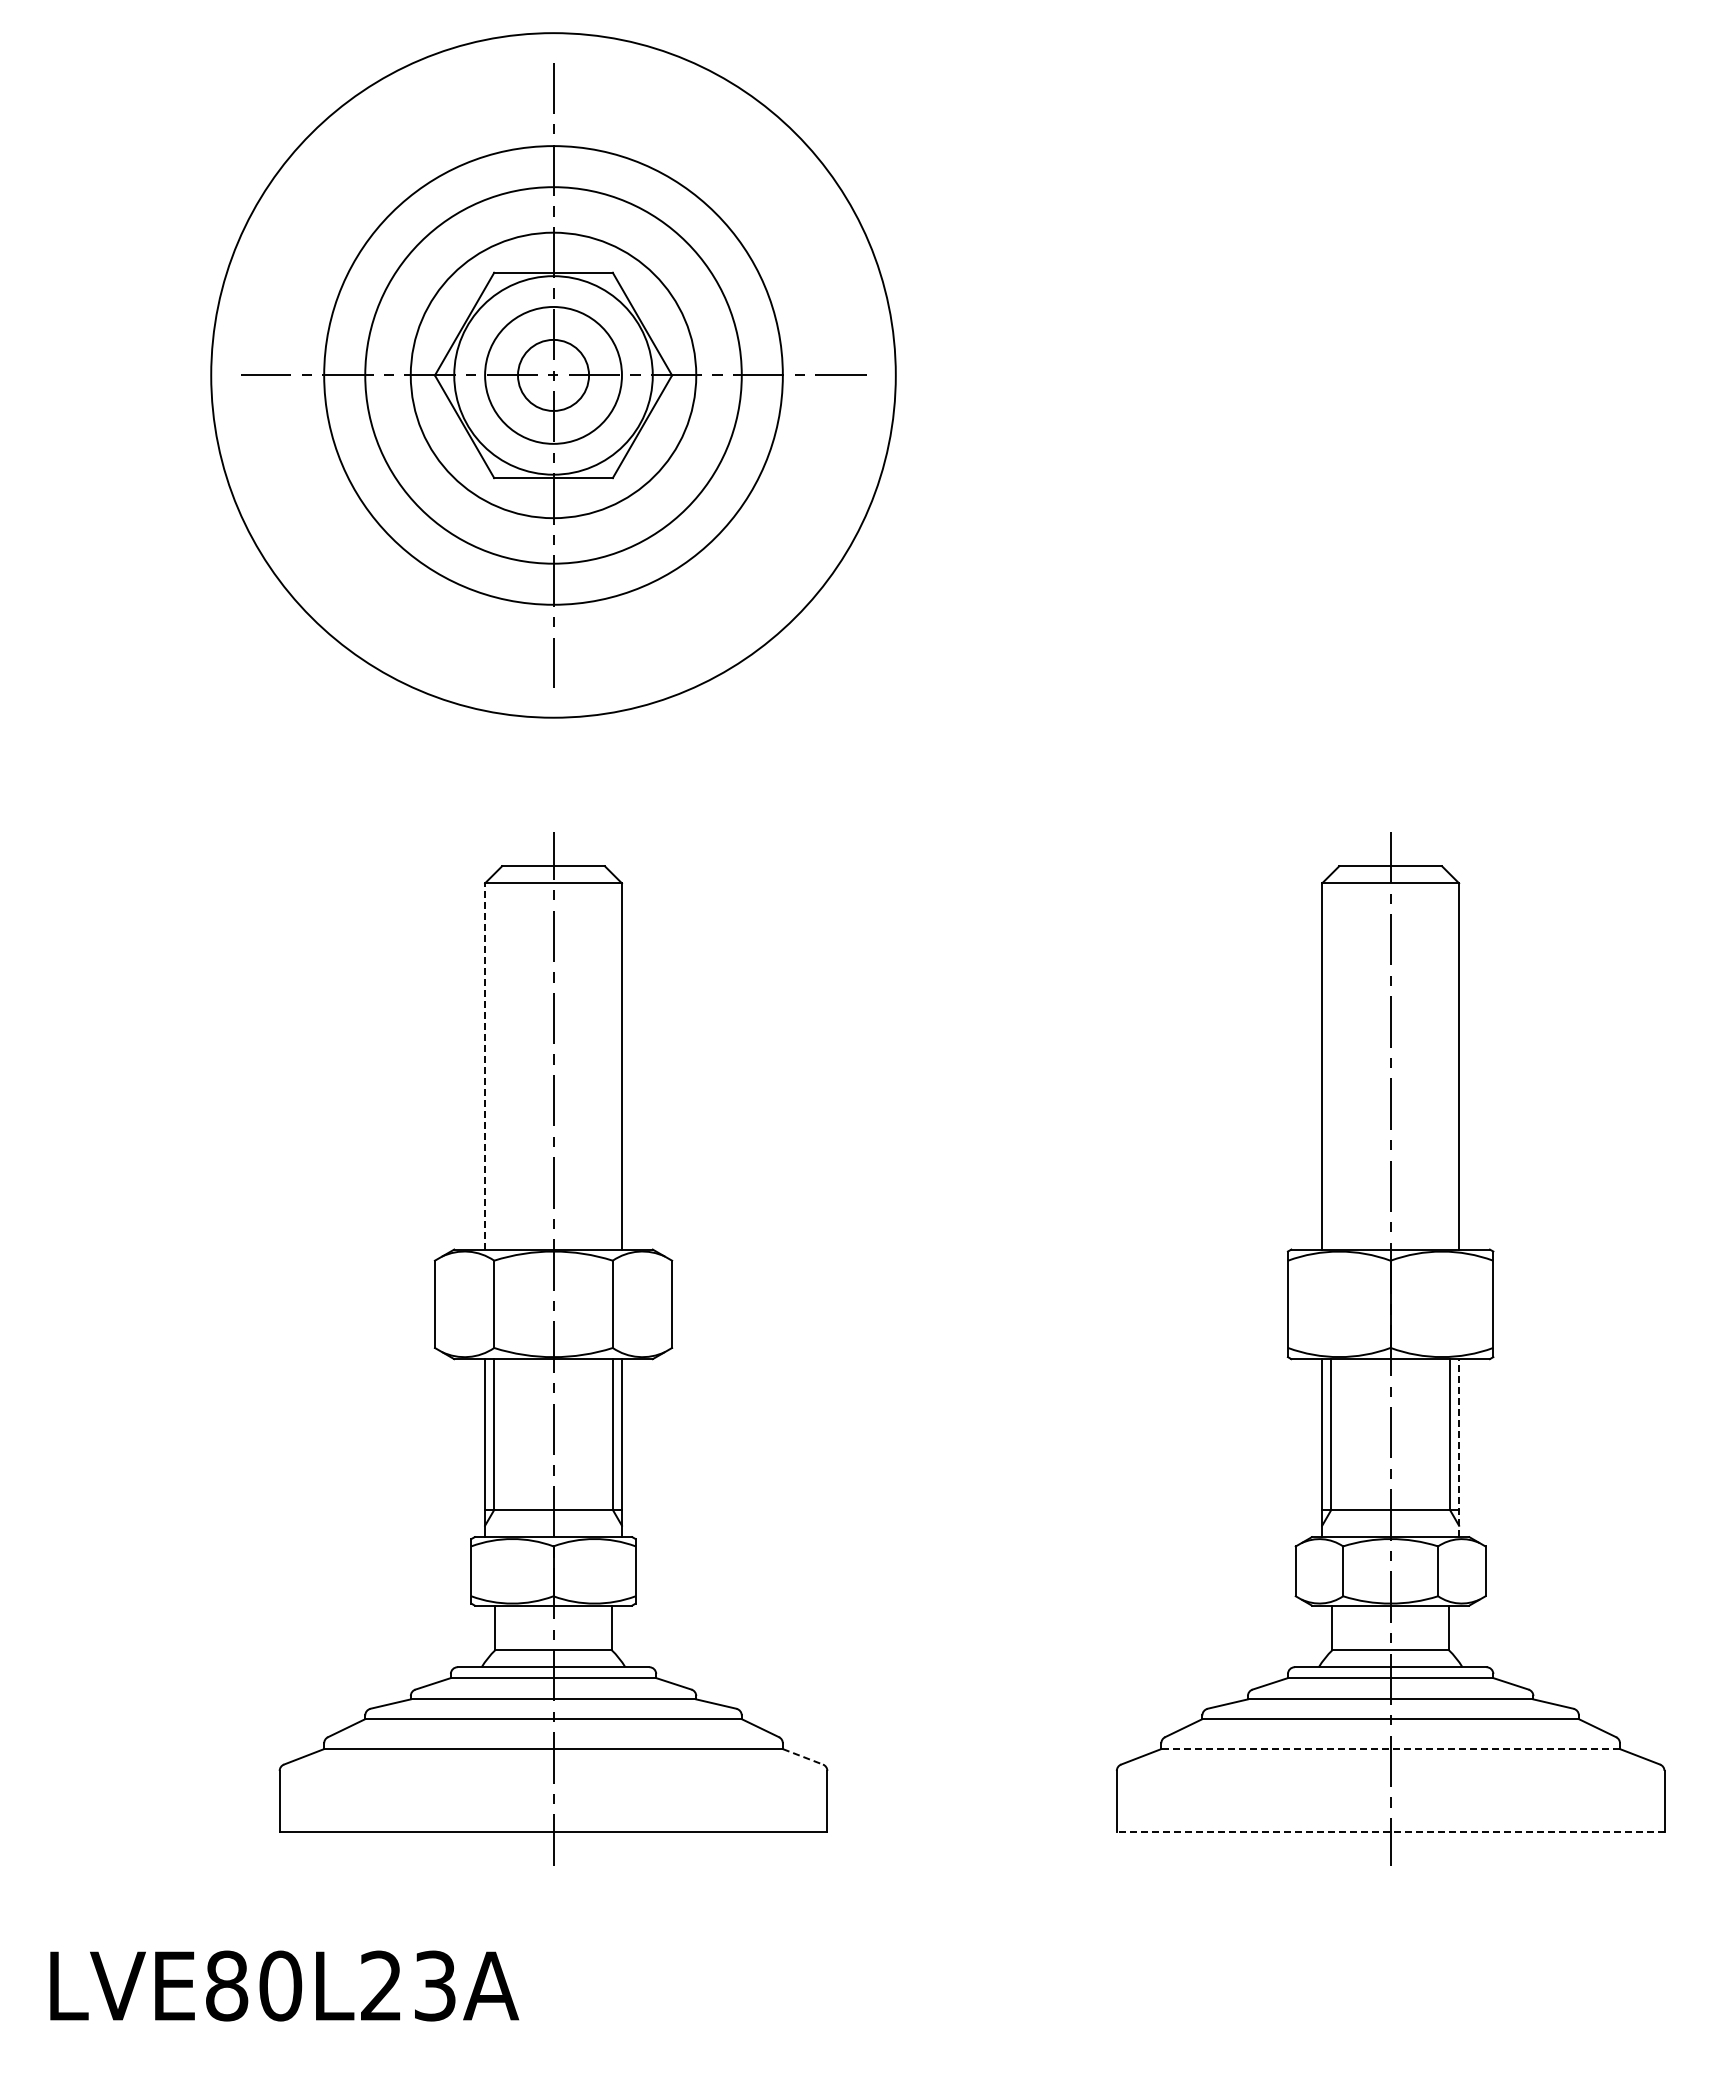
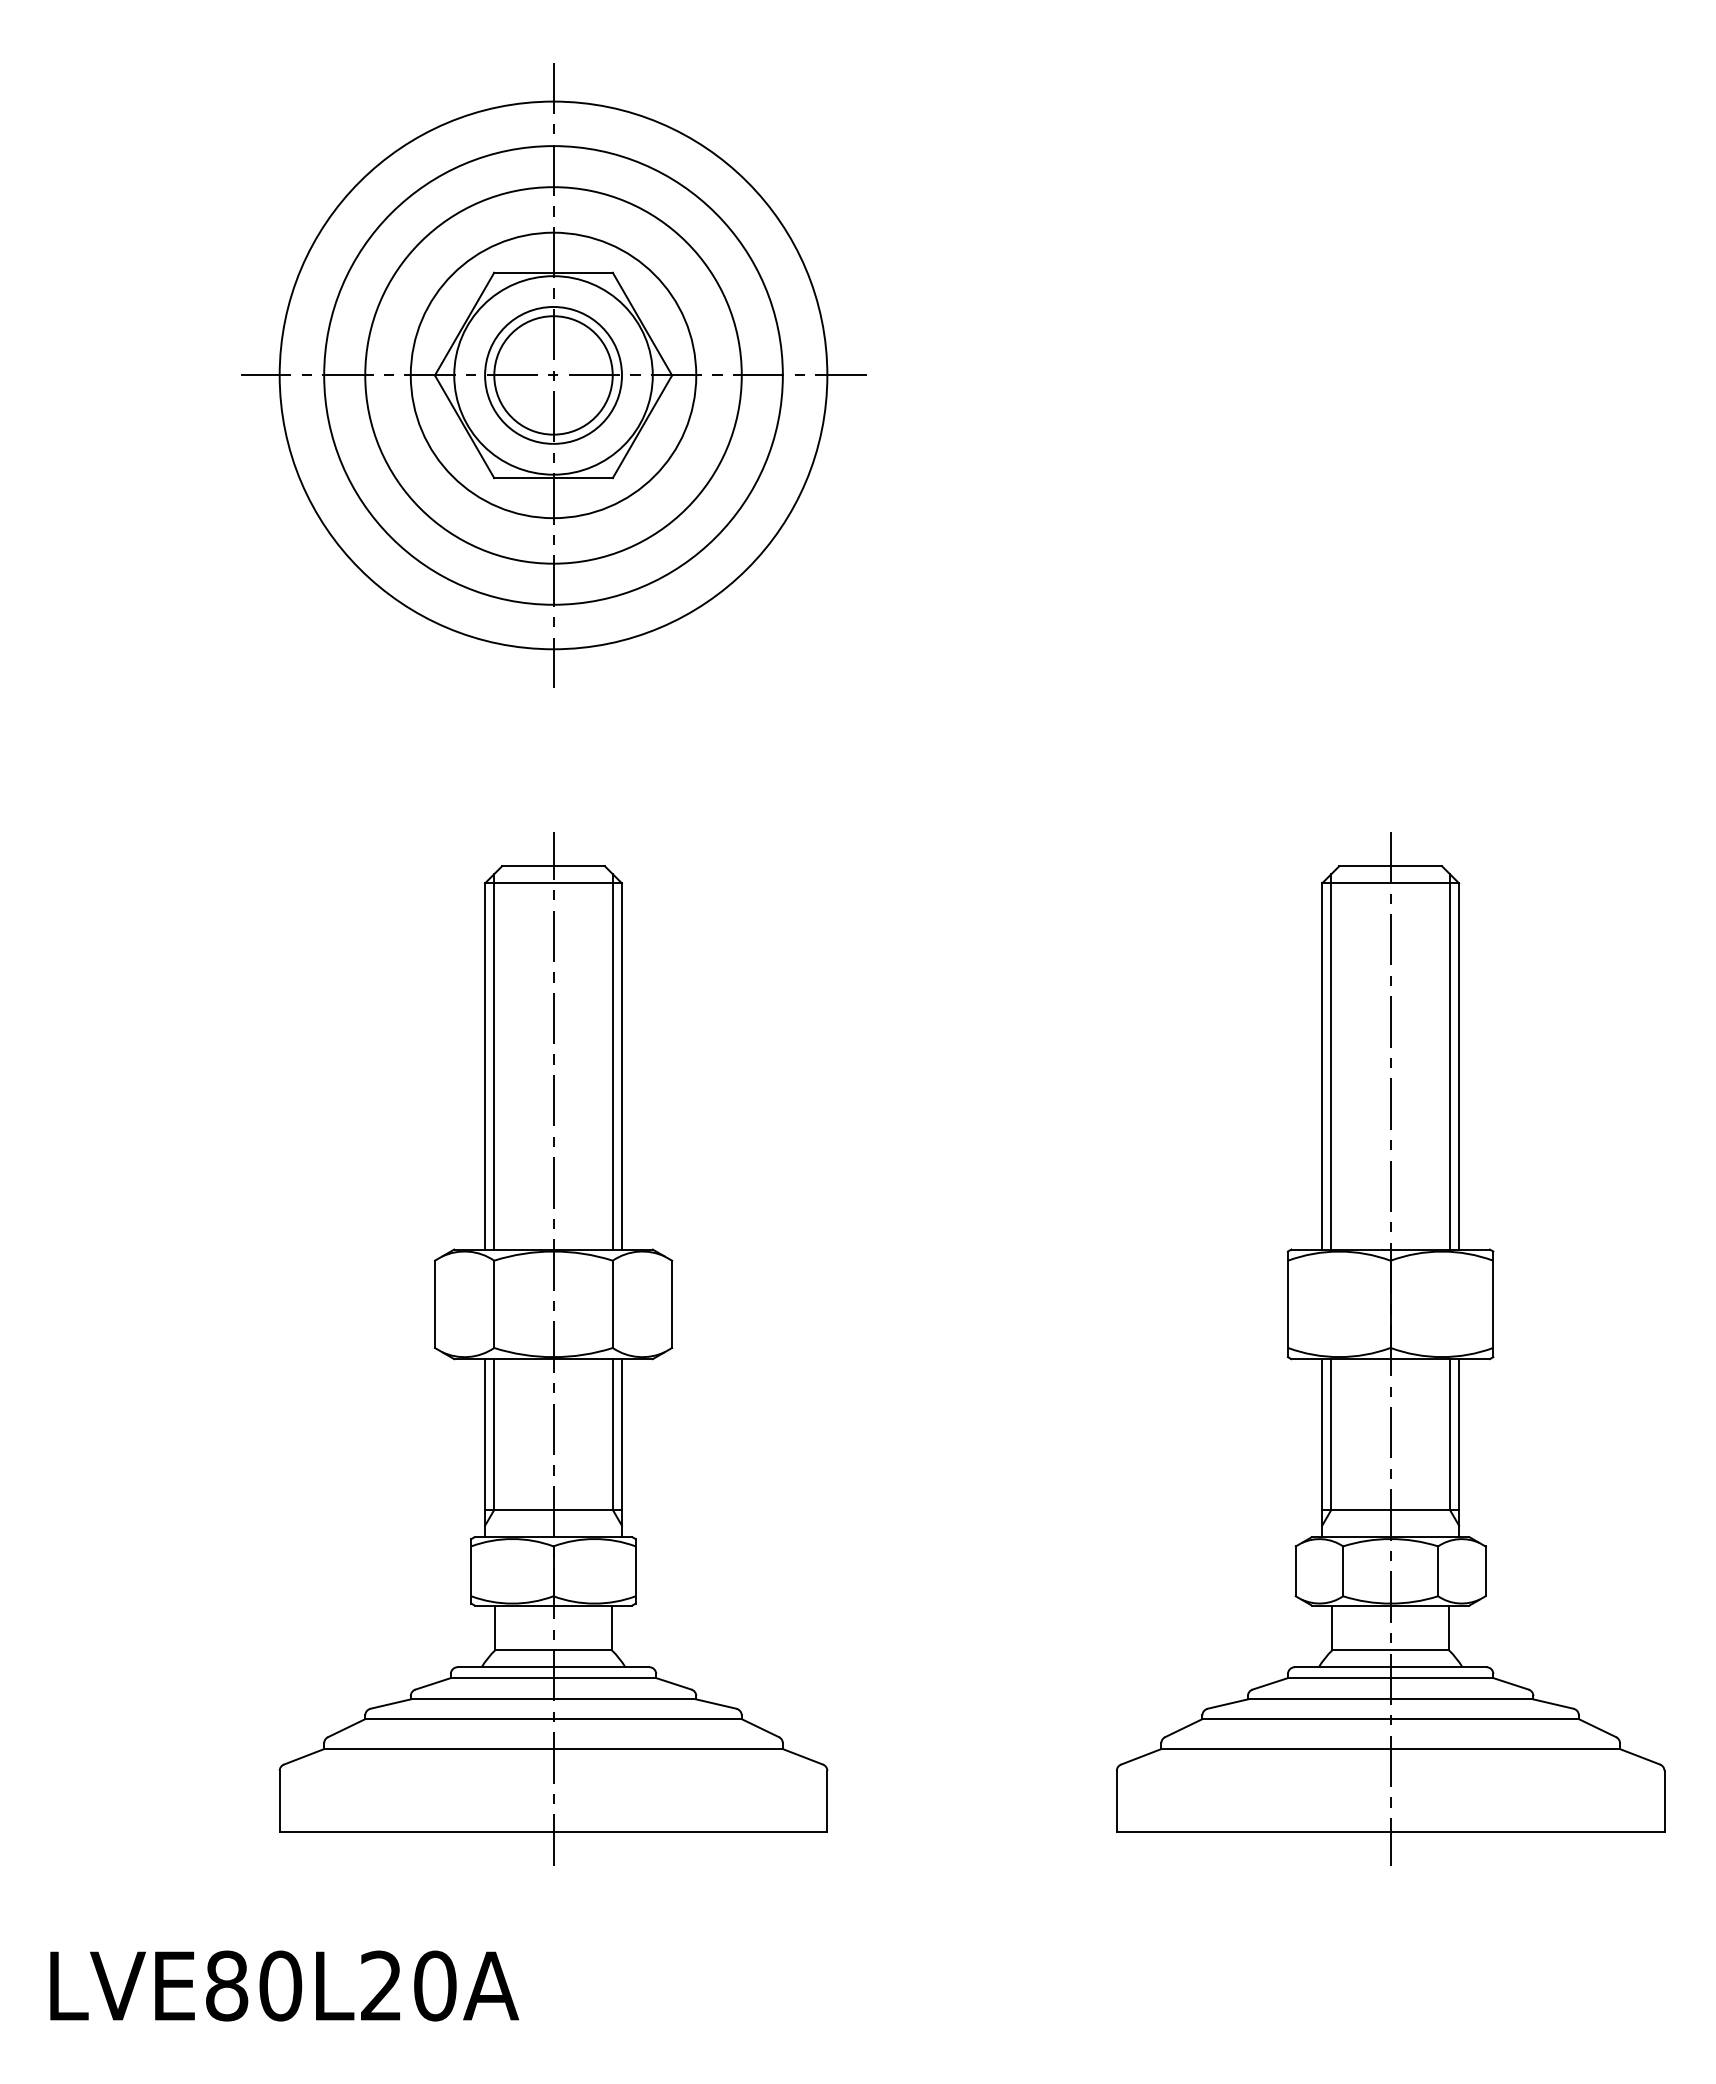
circle at (553, 374) diameter: 71 px -> 118 px
circle at (553, 375) diameter: 685 px -> 548 px
line at (494, 1061): none -> present
line at (612, 1061): none -> present
line at (1331, 1061): none -> present
line at (1449, 1061): none -> present
line at (485, 1065): dashed -> solid
line at (1459, 1448): dashed -> solid
line at (1390, 1749): dashed -> solid
line at (803, 1757): dashed -> solid
line at (1390, 1831): dashed -> solid
text at (435, 1985): LVE80L23A -> LVE80L20A
